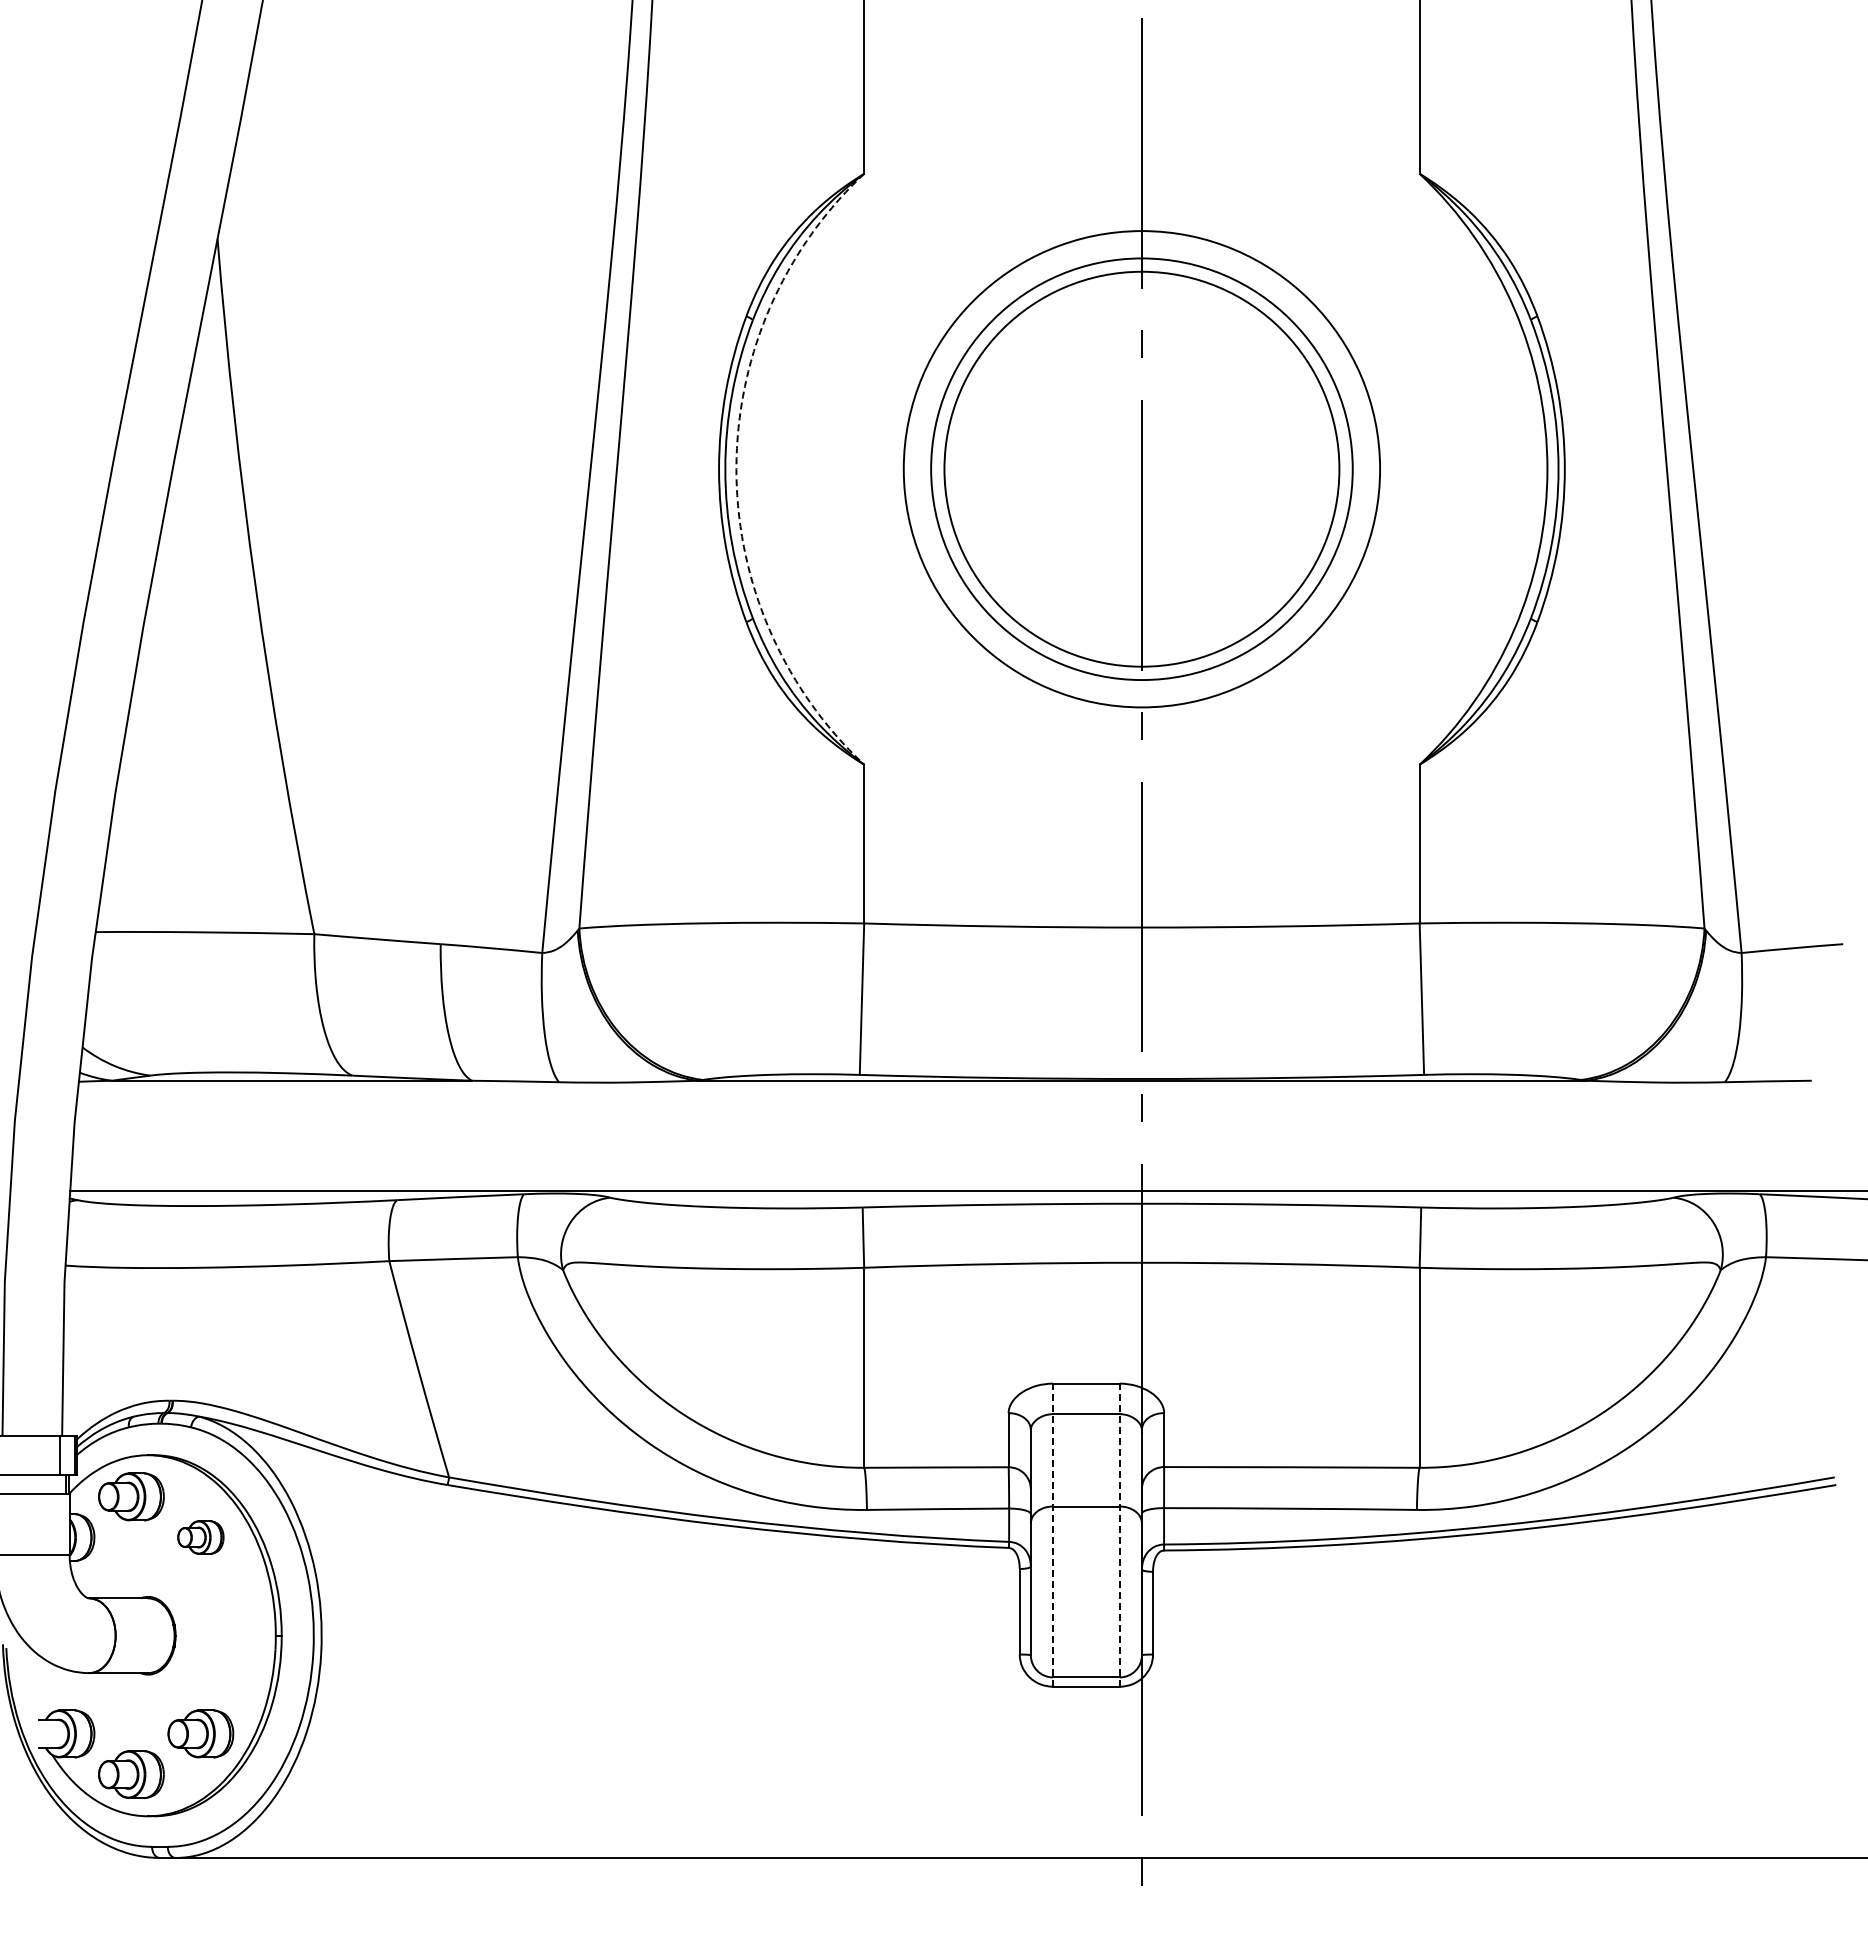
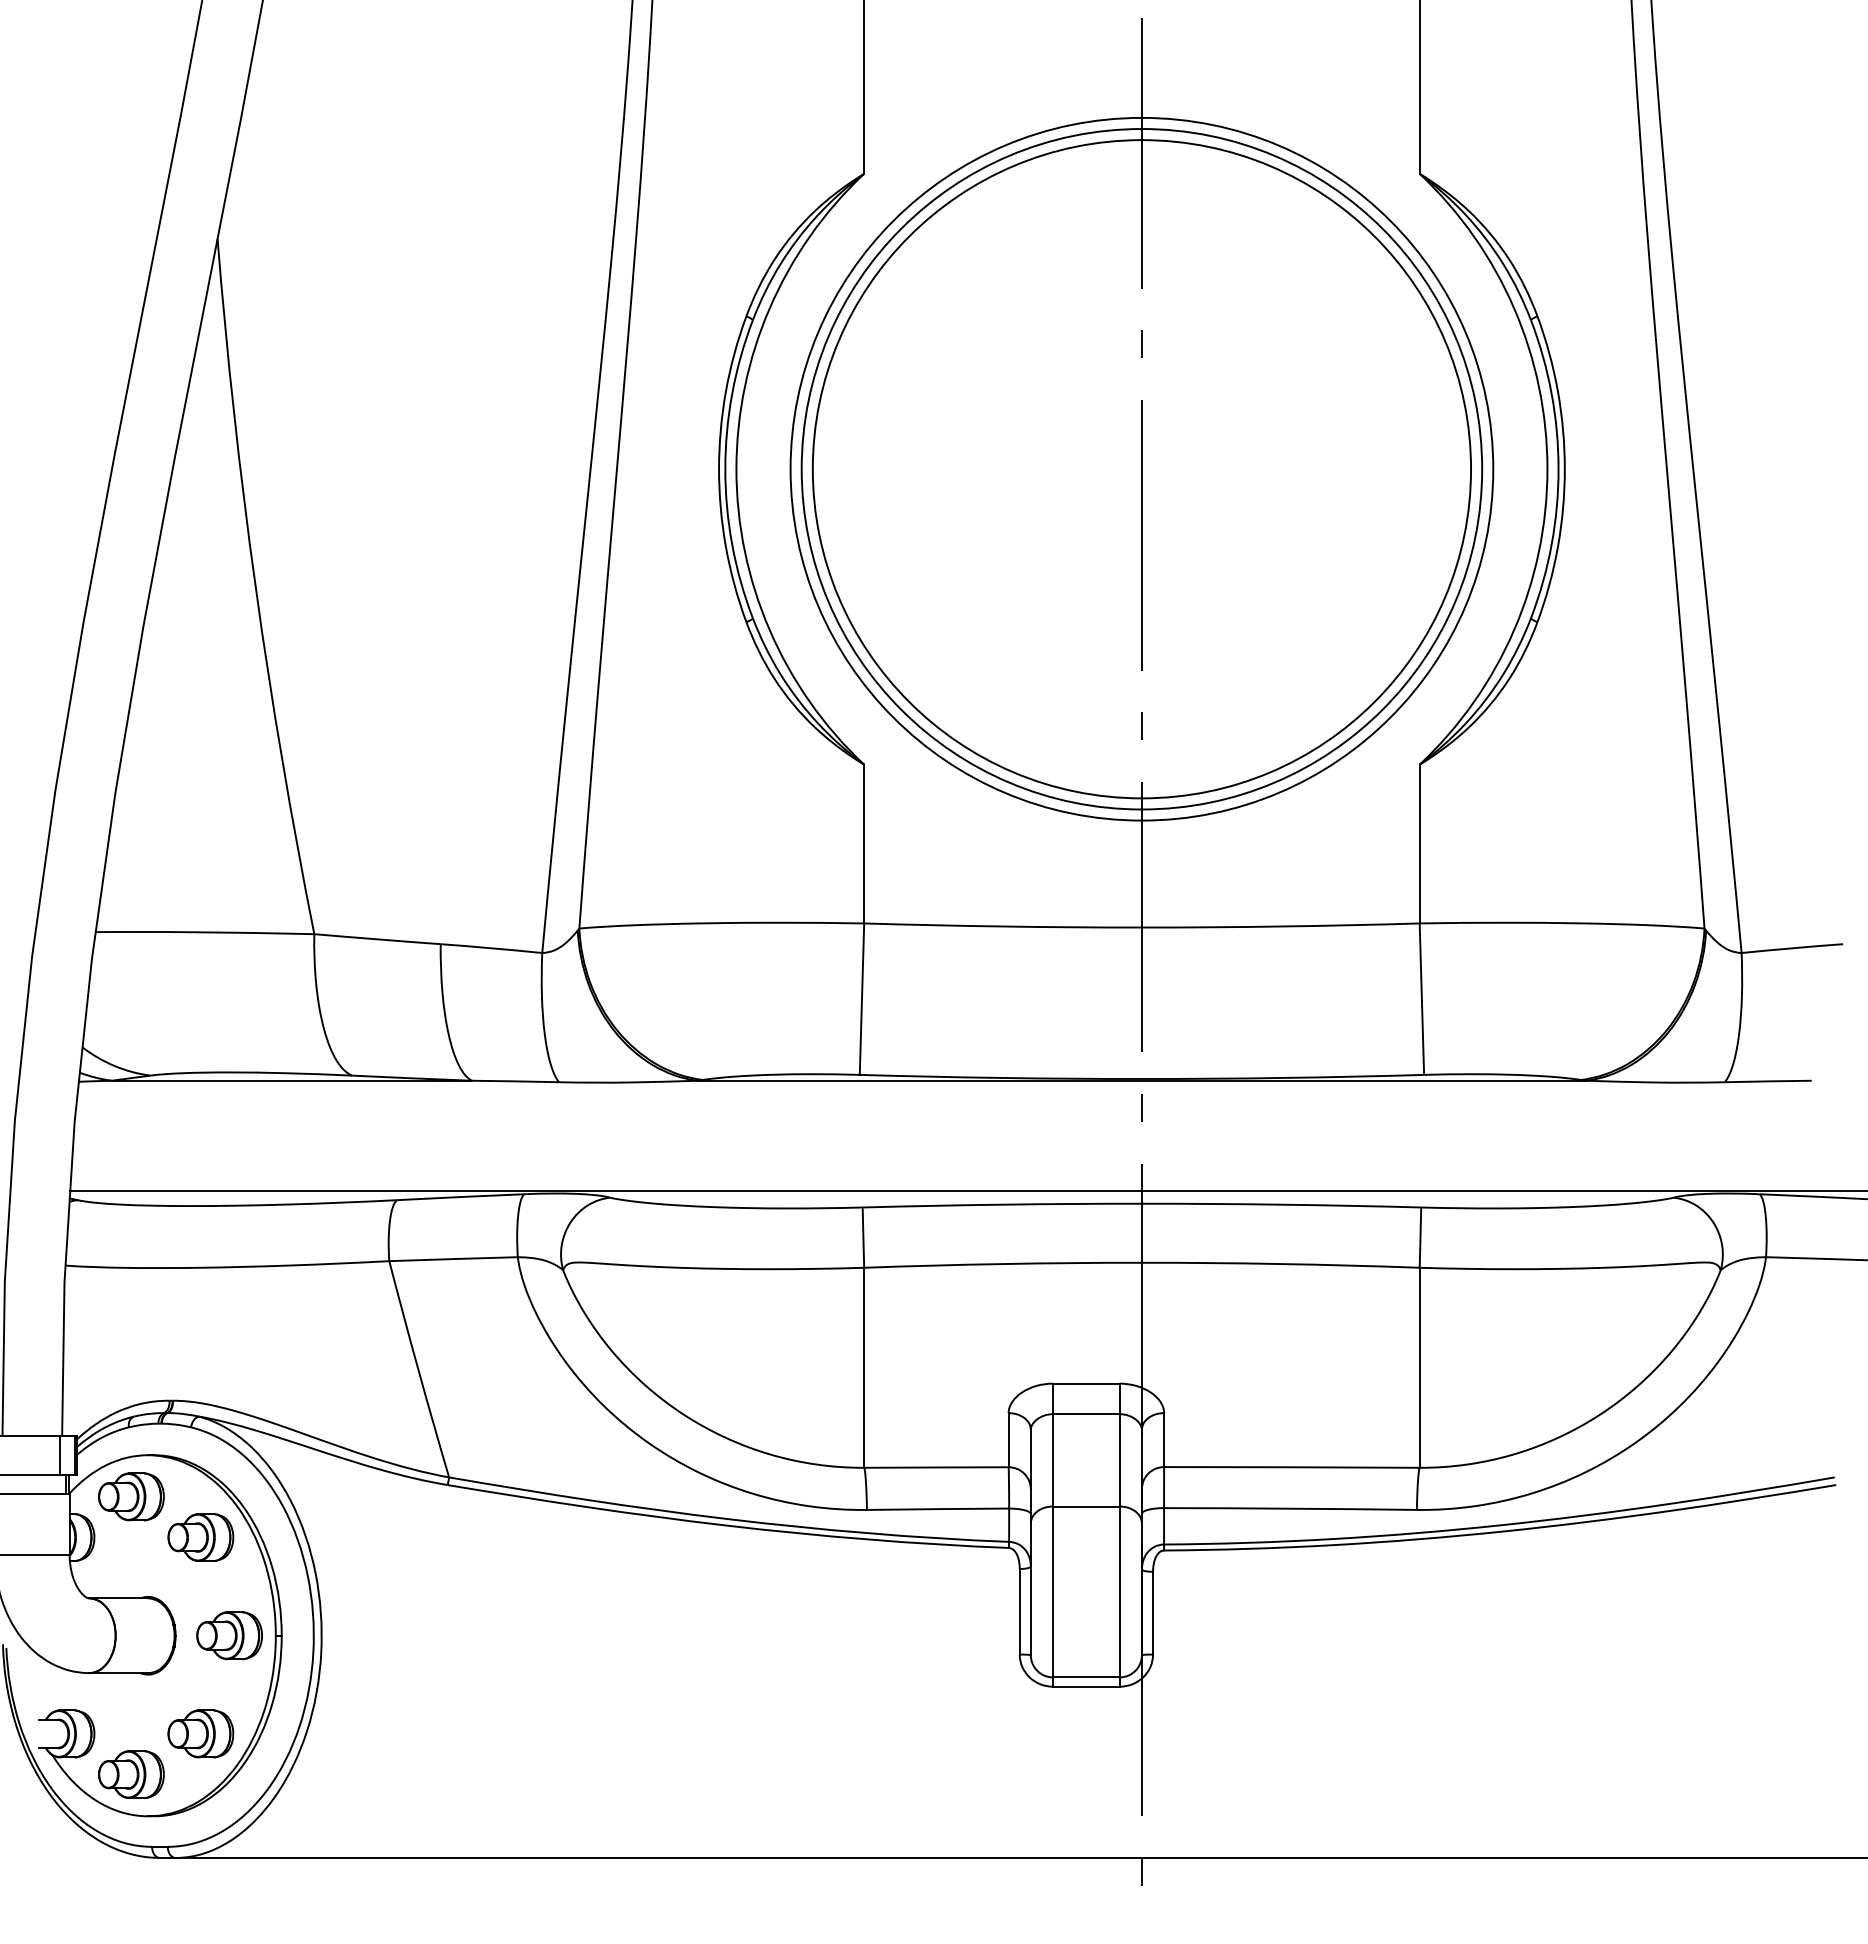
circle at (1141, 468) diameter: 395 px -> 658 px
arc at (736, 469): dashed -> solid
circle at (1141, 469) diameter: 422 px -> 703 px
circle at (1141, 469) diameter: 476 px -> 680 px
line at (1053, 1535): dashed -> solid
line at (1119, 1535): dashed -> solid
part at (200, 1537) size: 48x35 px -> 68x49 px
part at (229, 1635): none -> present
